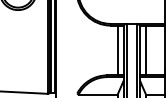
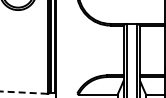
line at (117, 50): present -> none
line at (146, 50): present -> none
line at (23, 92): solid -> dashed
